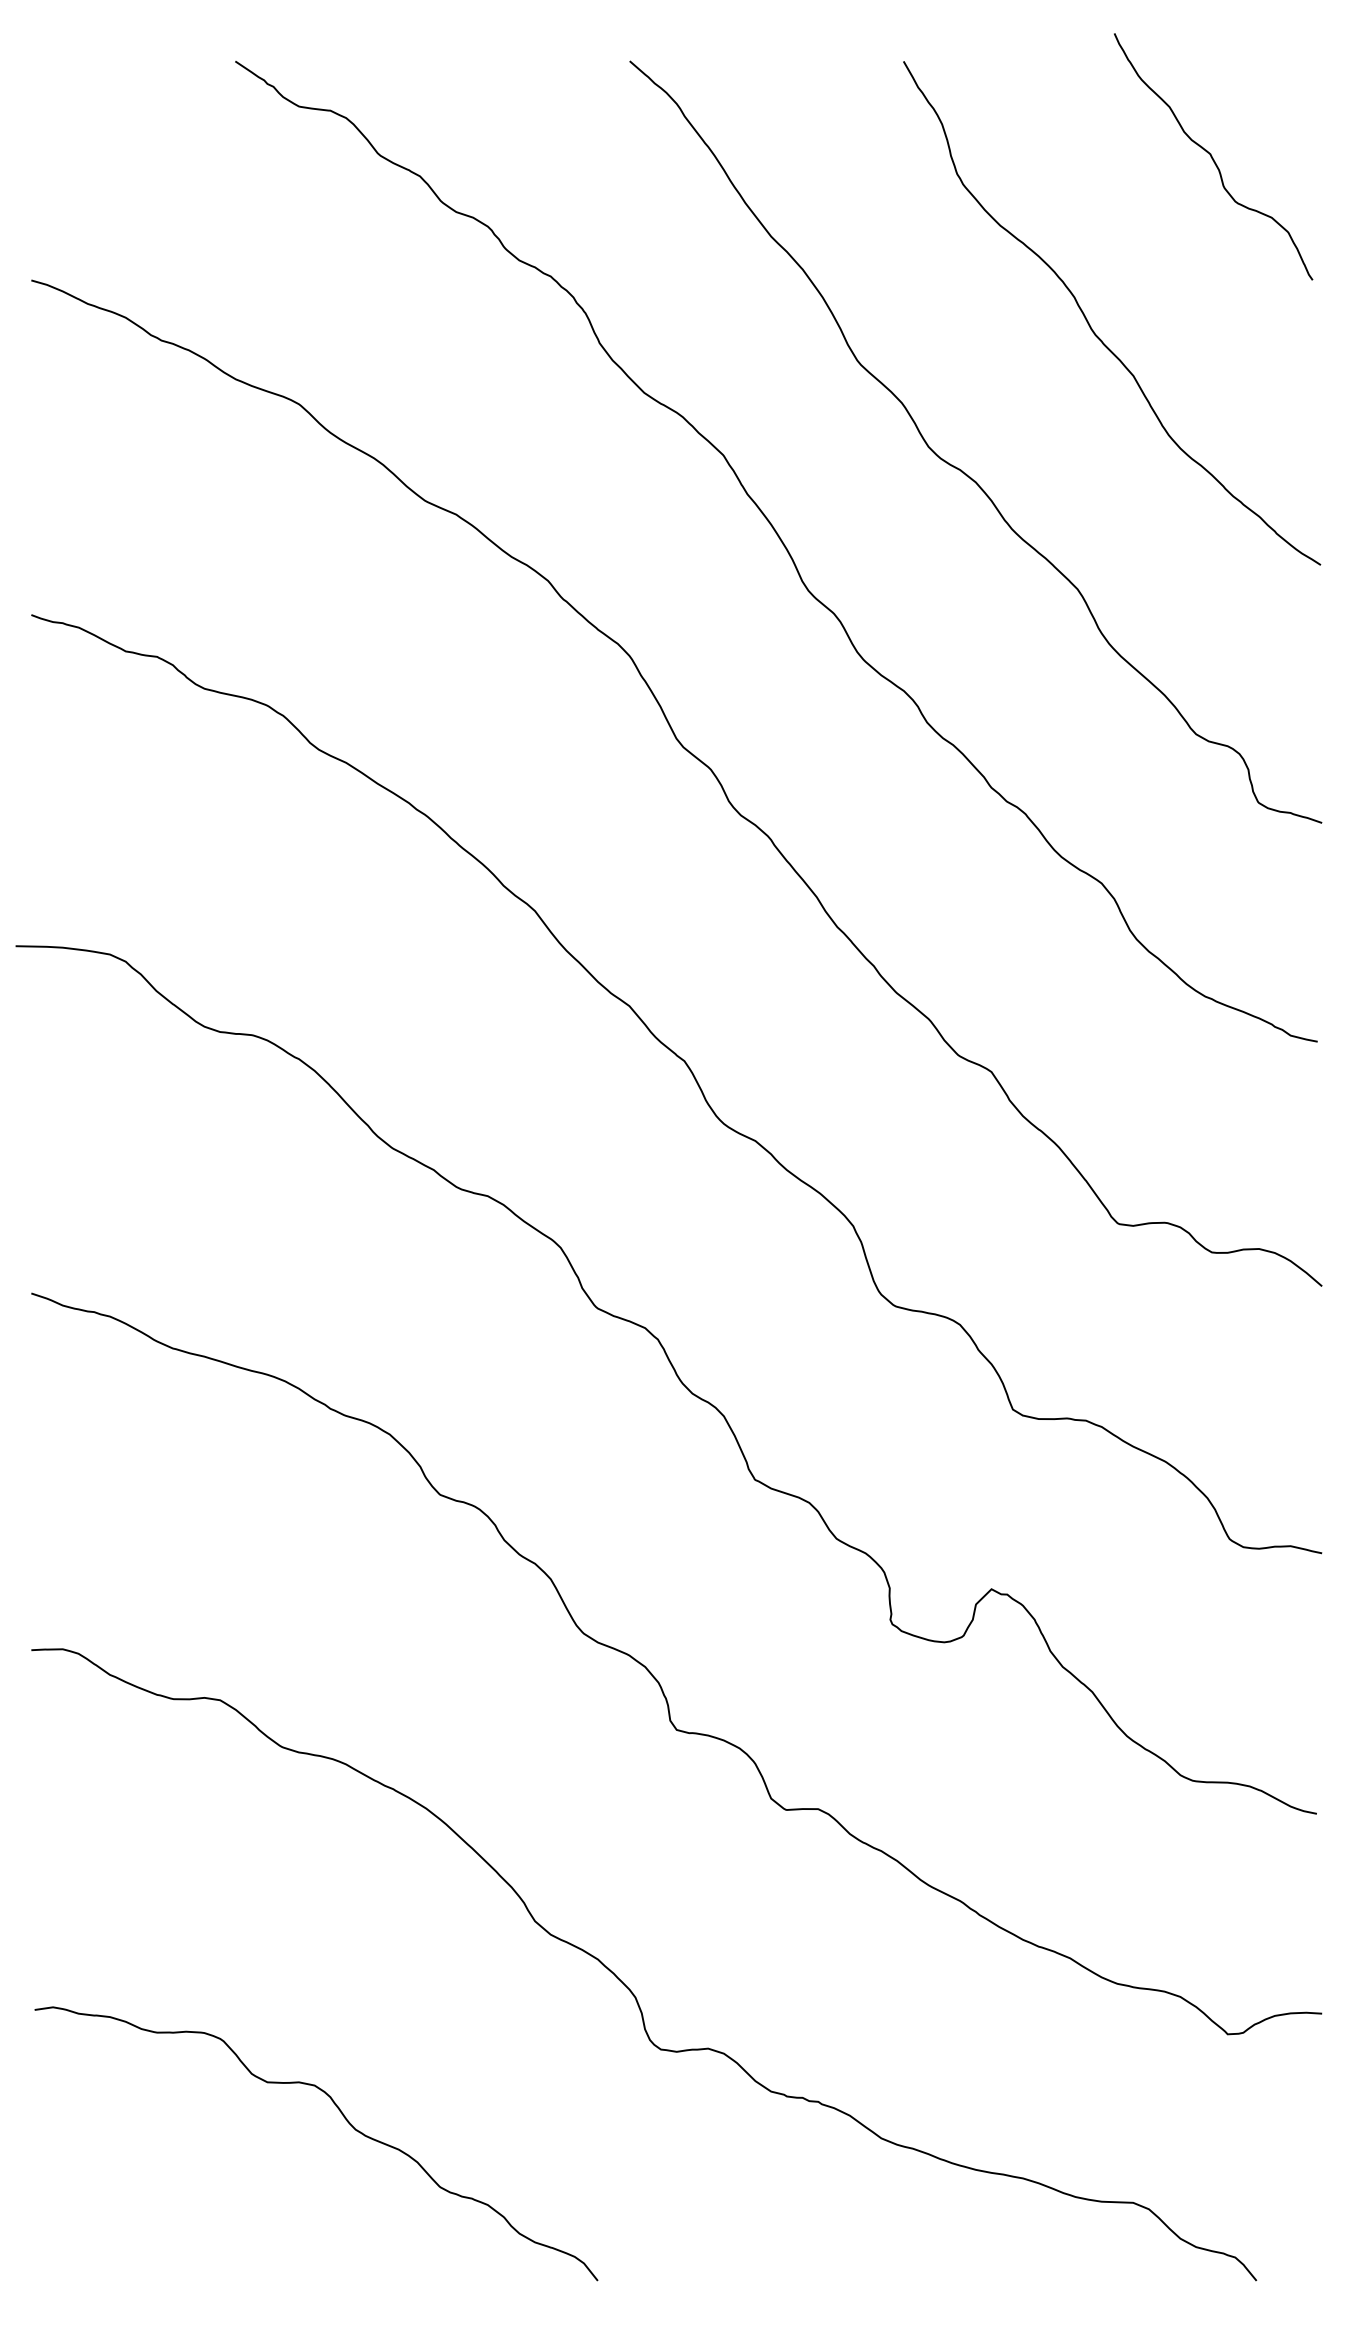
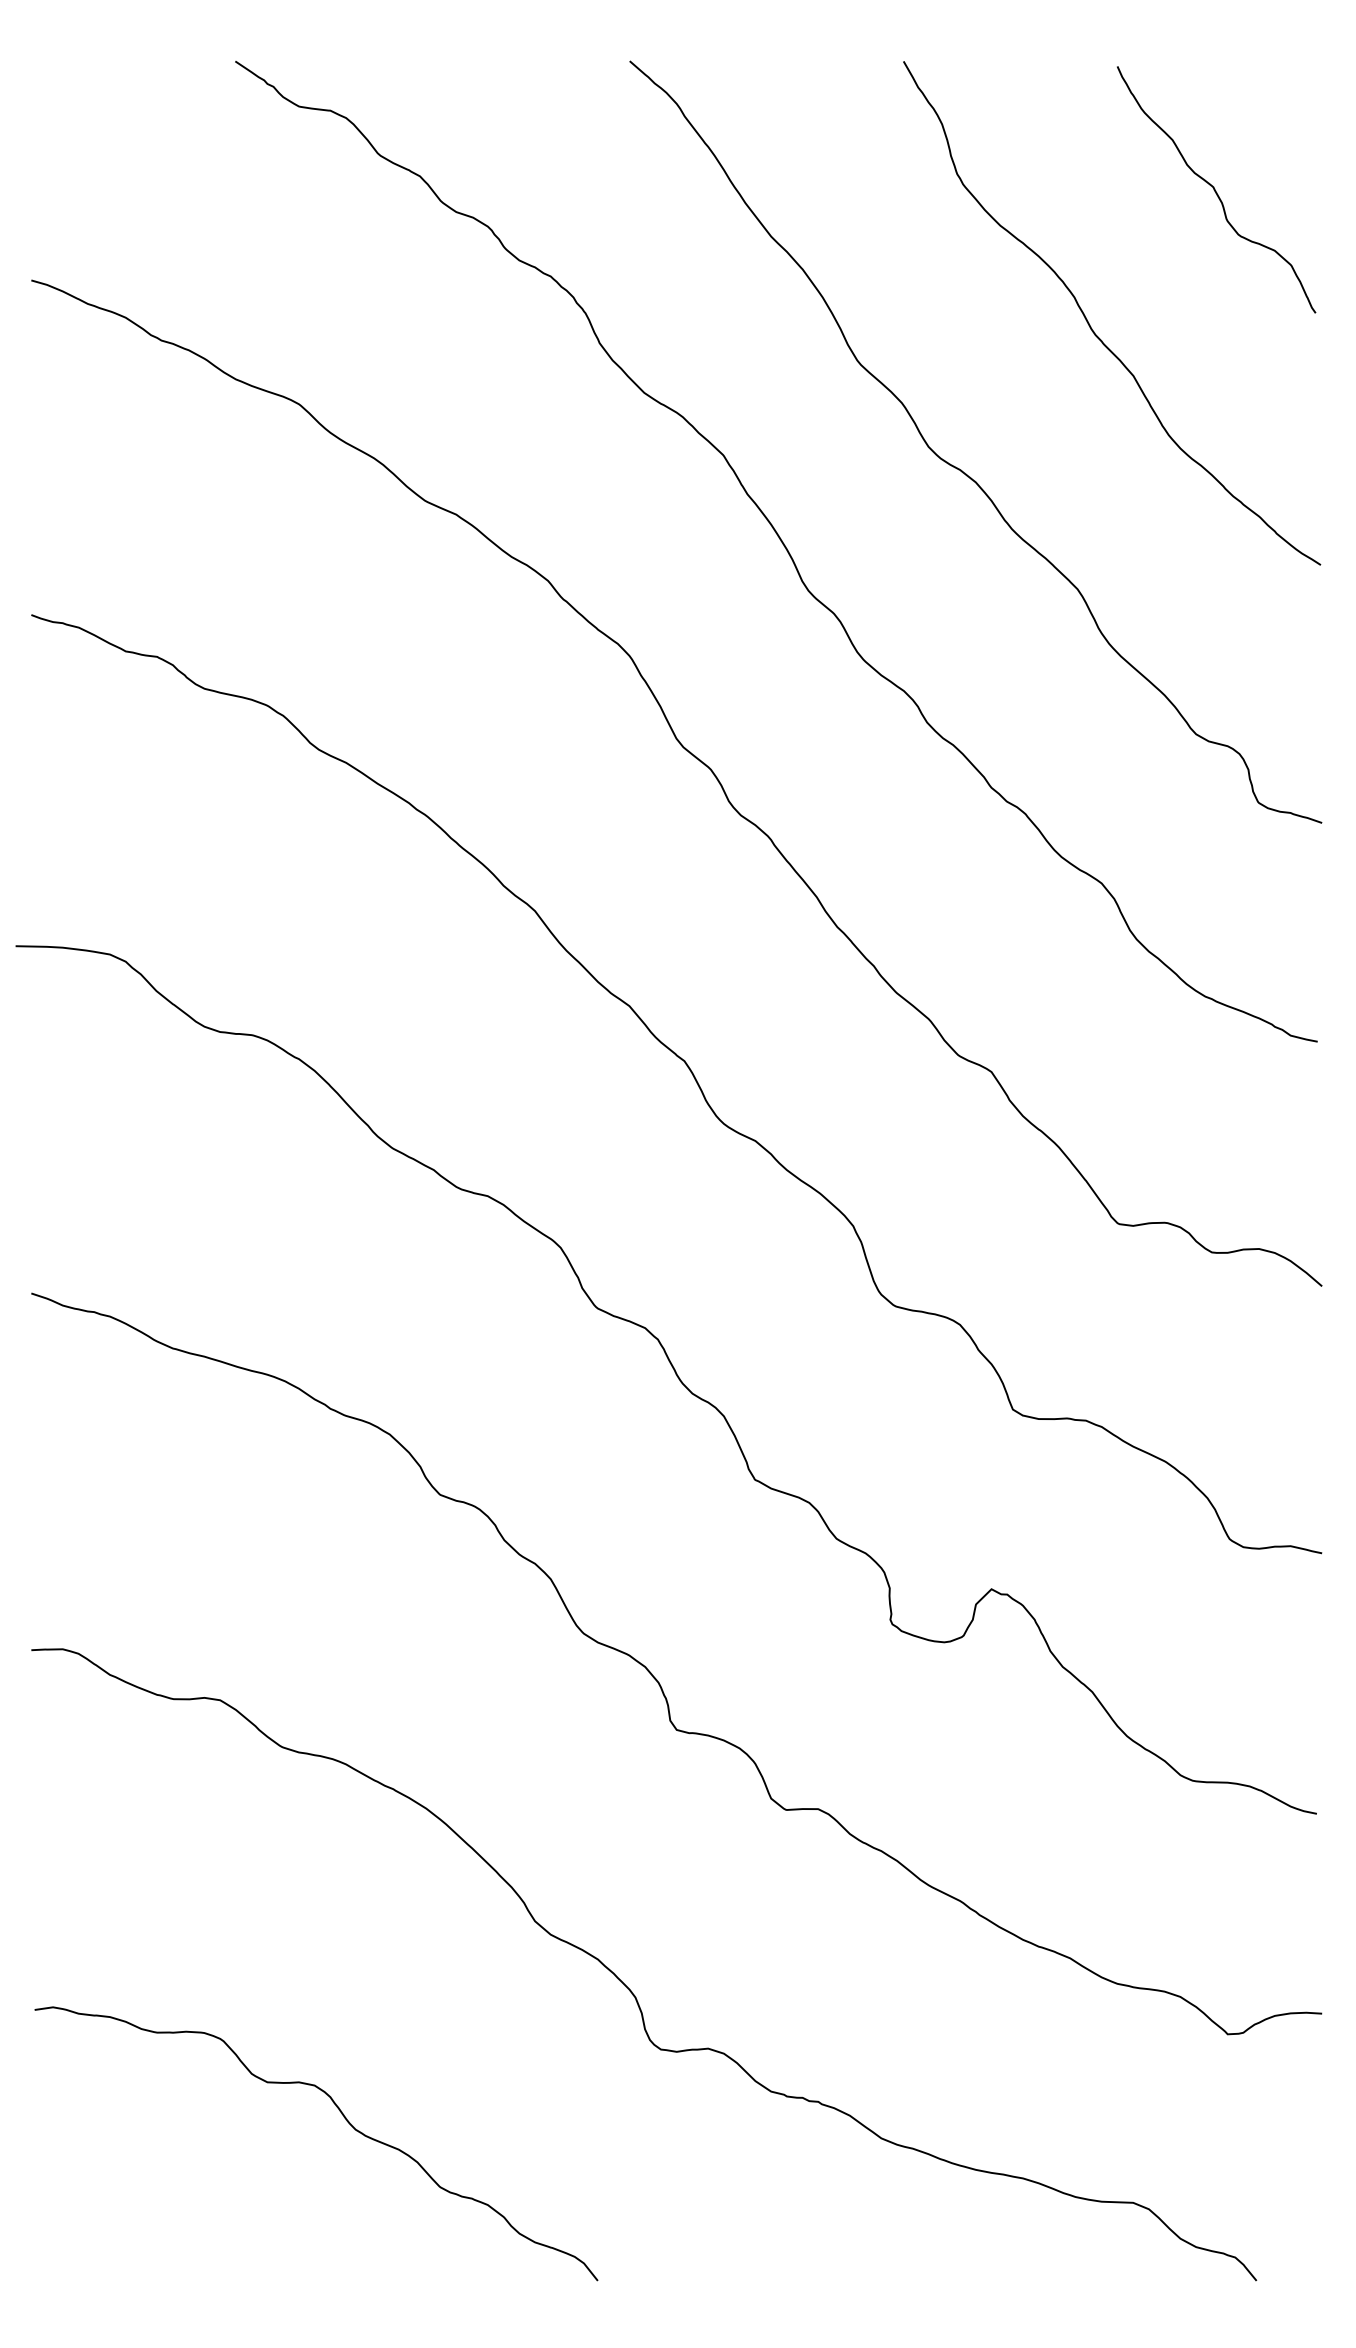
curve at (1212, 156) position: (1212, 156) -> (1215, 189)
